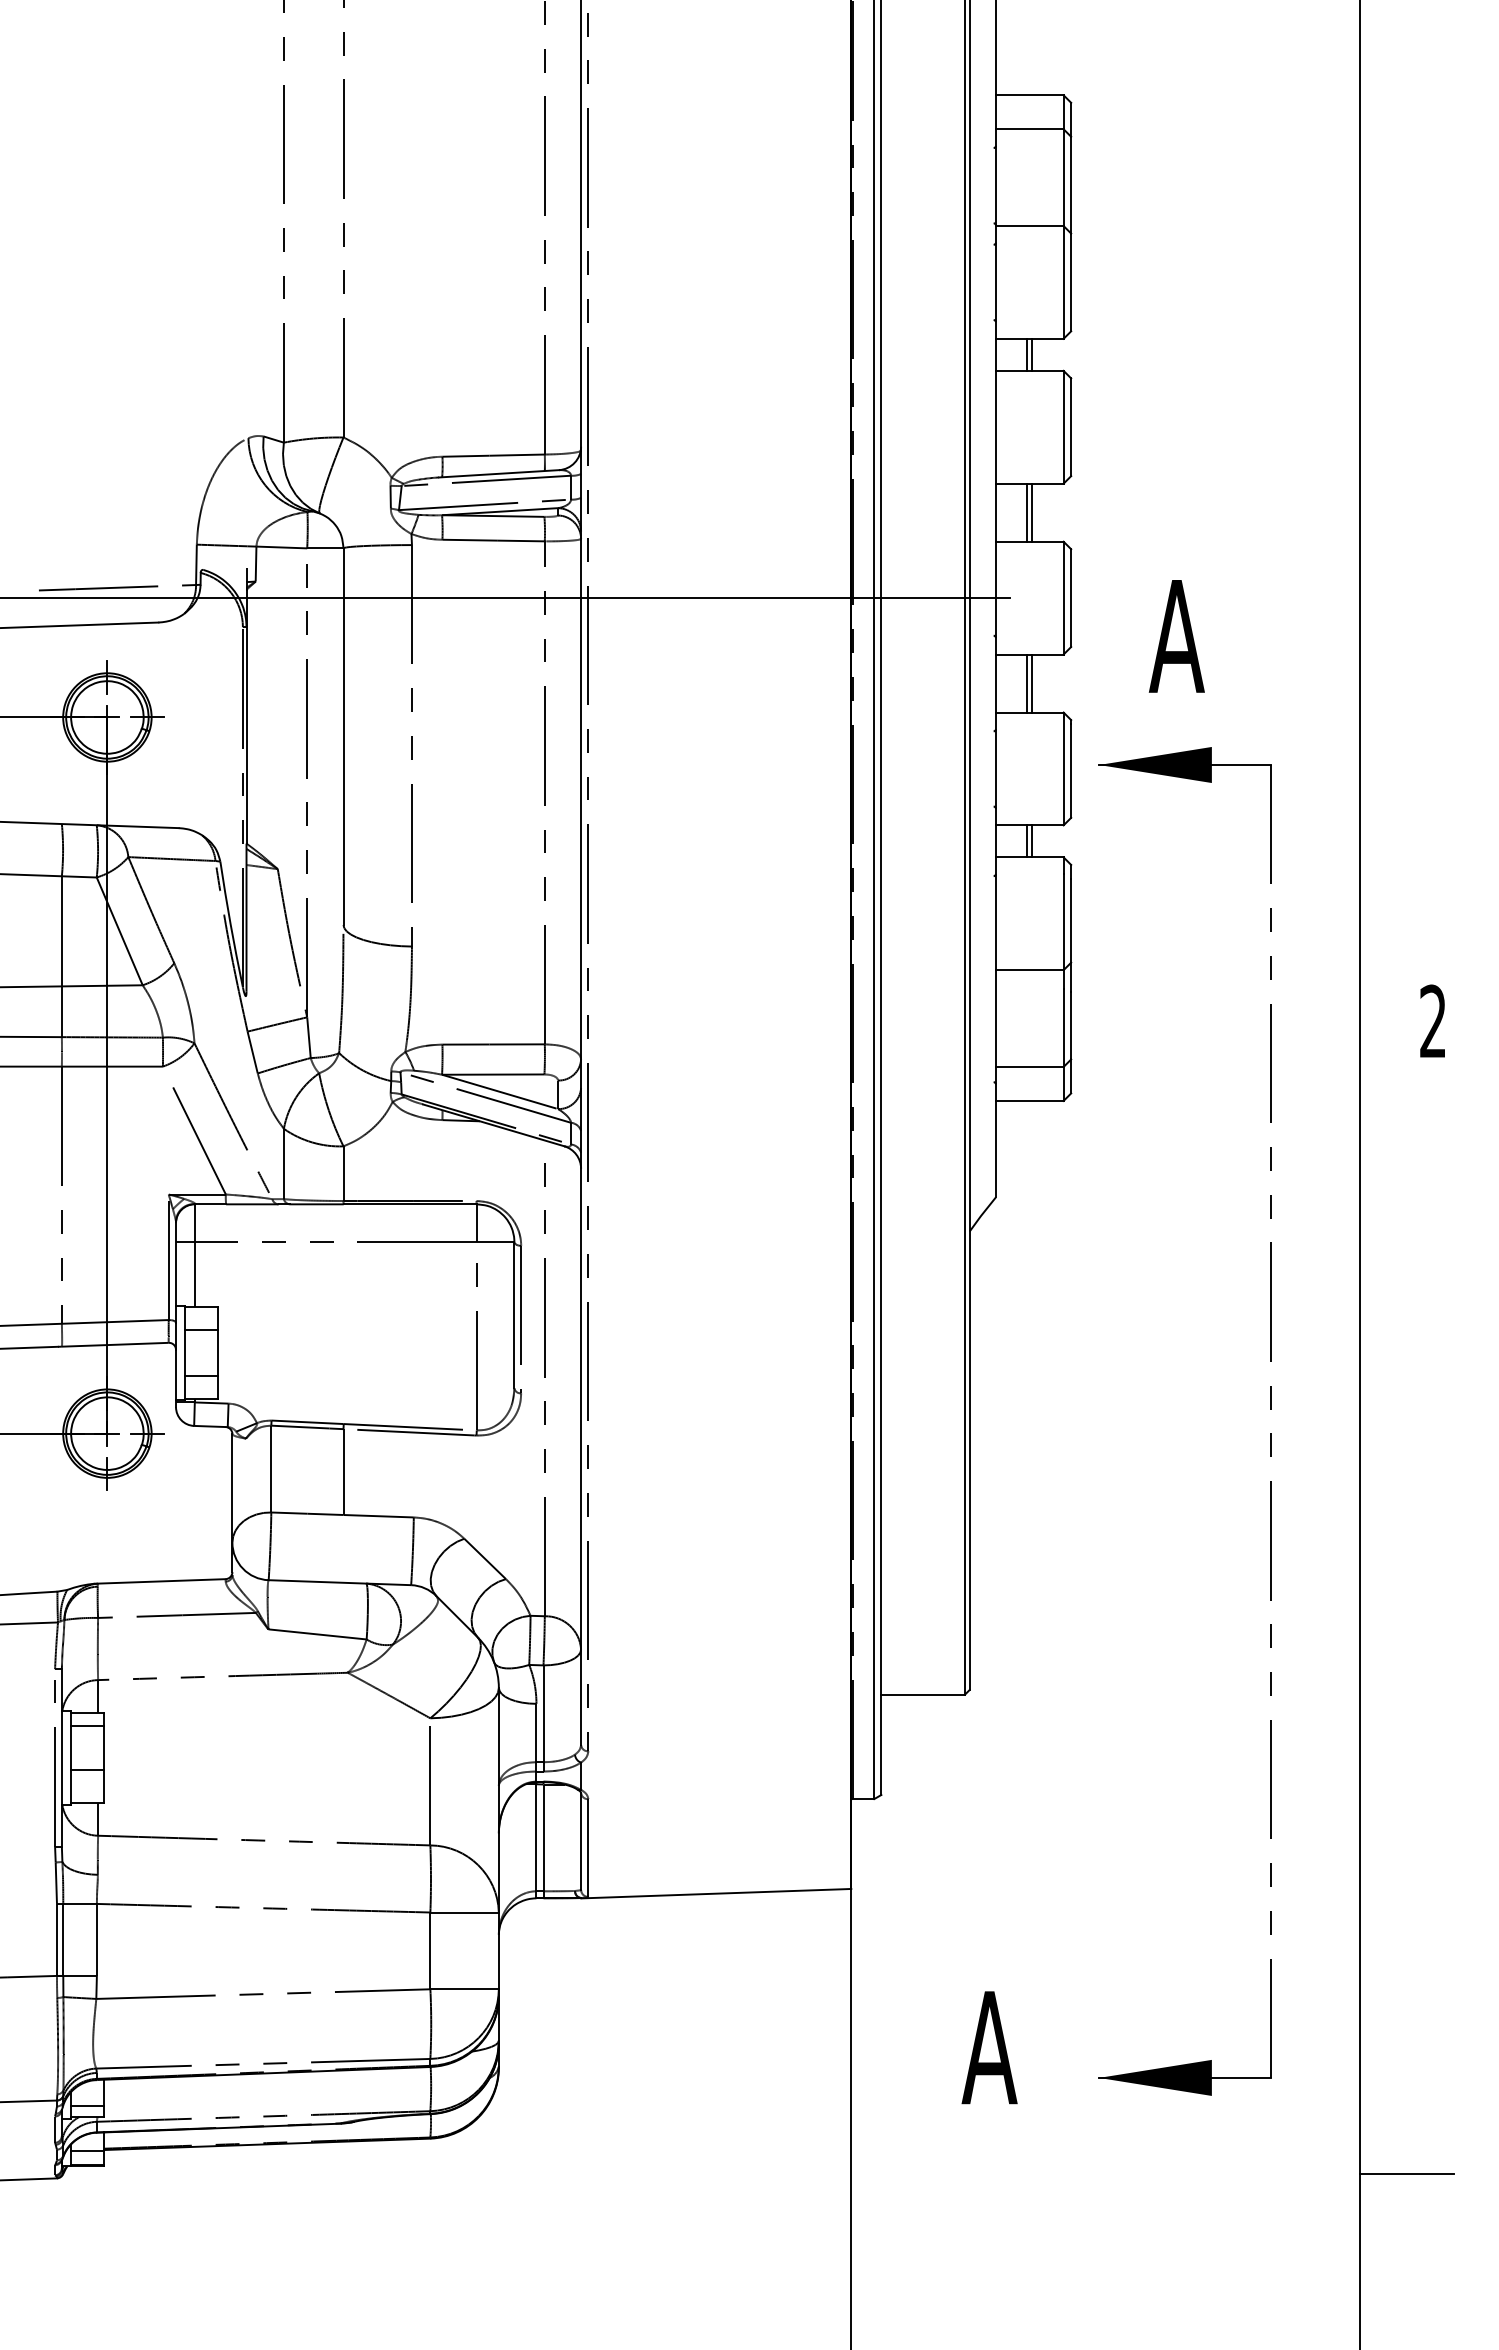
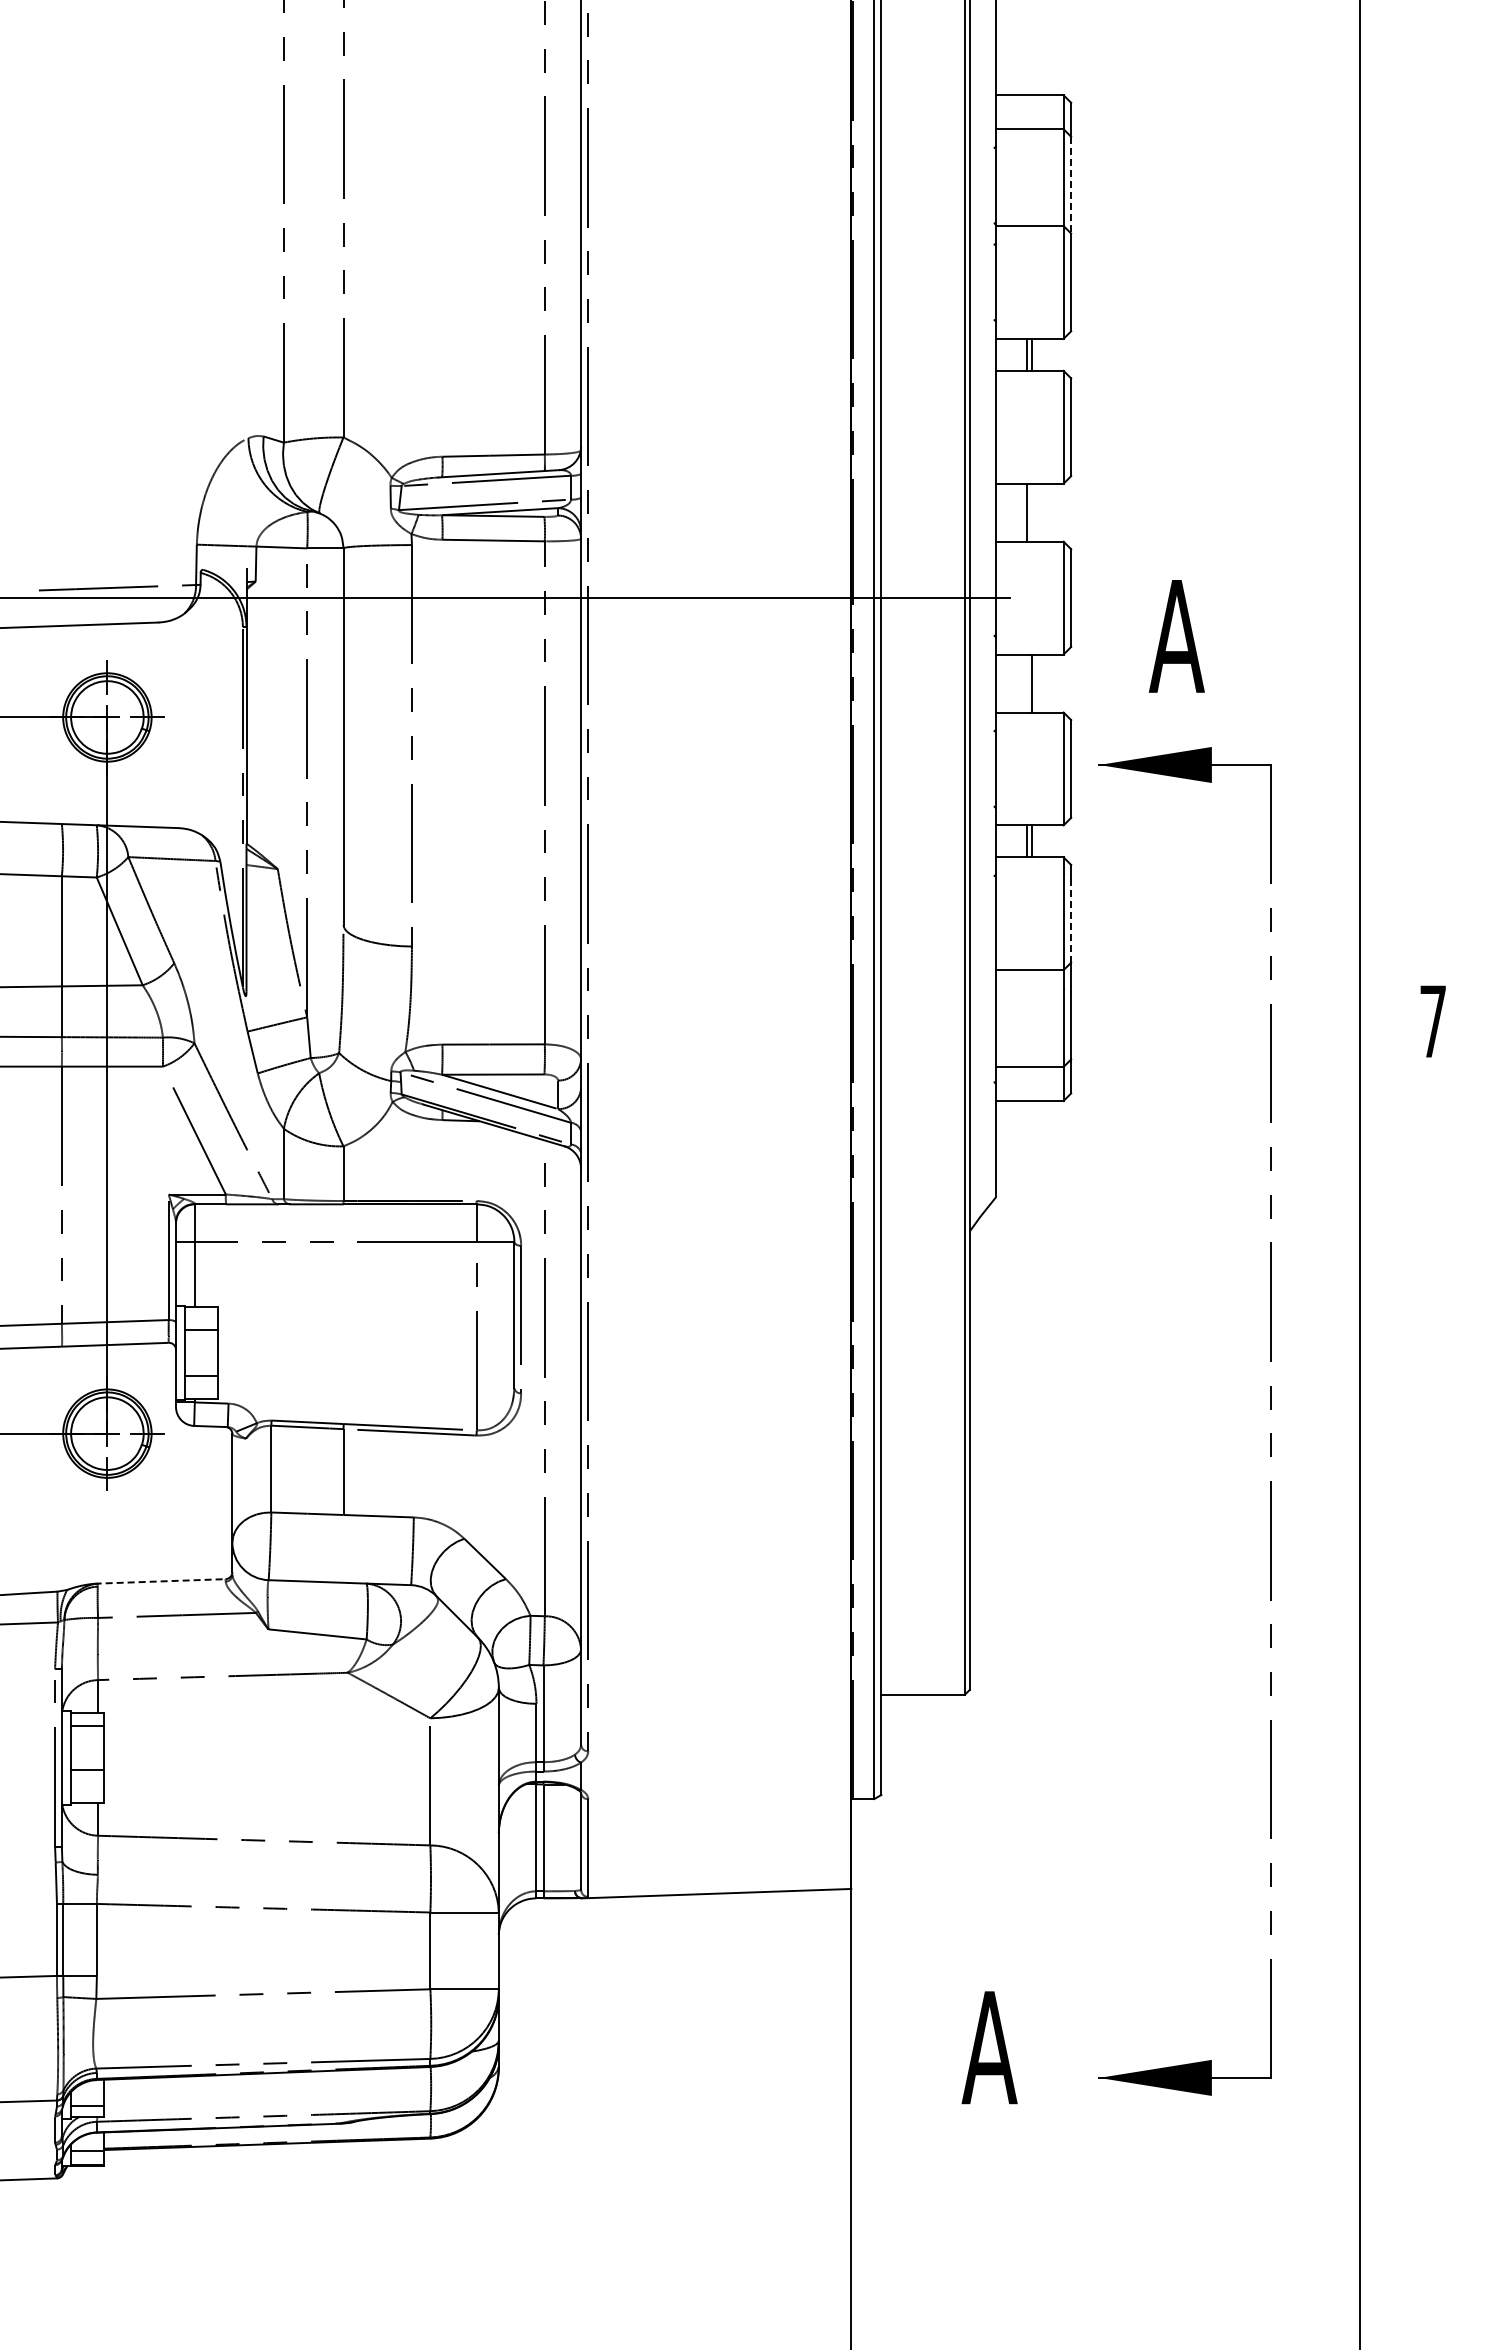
line at (1071, 185): solid -> dashed
line at (1031, 512): present -> none
line at (1027, 683): present -> none
line at (1071, 920): solid -> dashed
text at (1432, 1020): 2 -> 7
line at (160, 1581): solid -> dashed
line at (1406, 2173): present -> none
